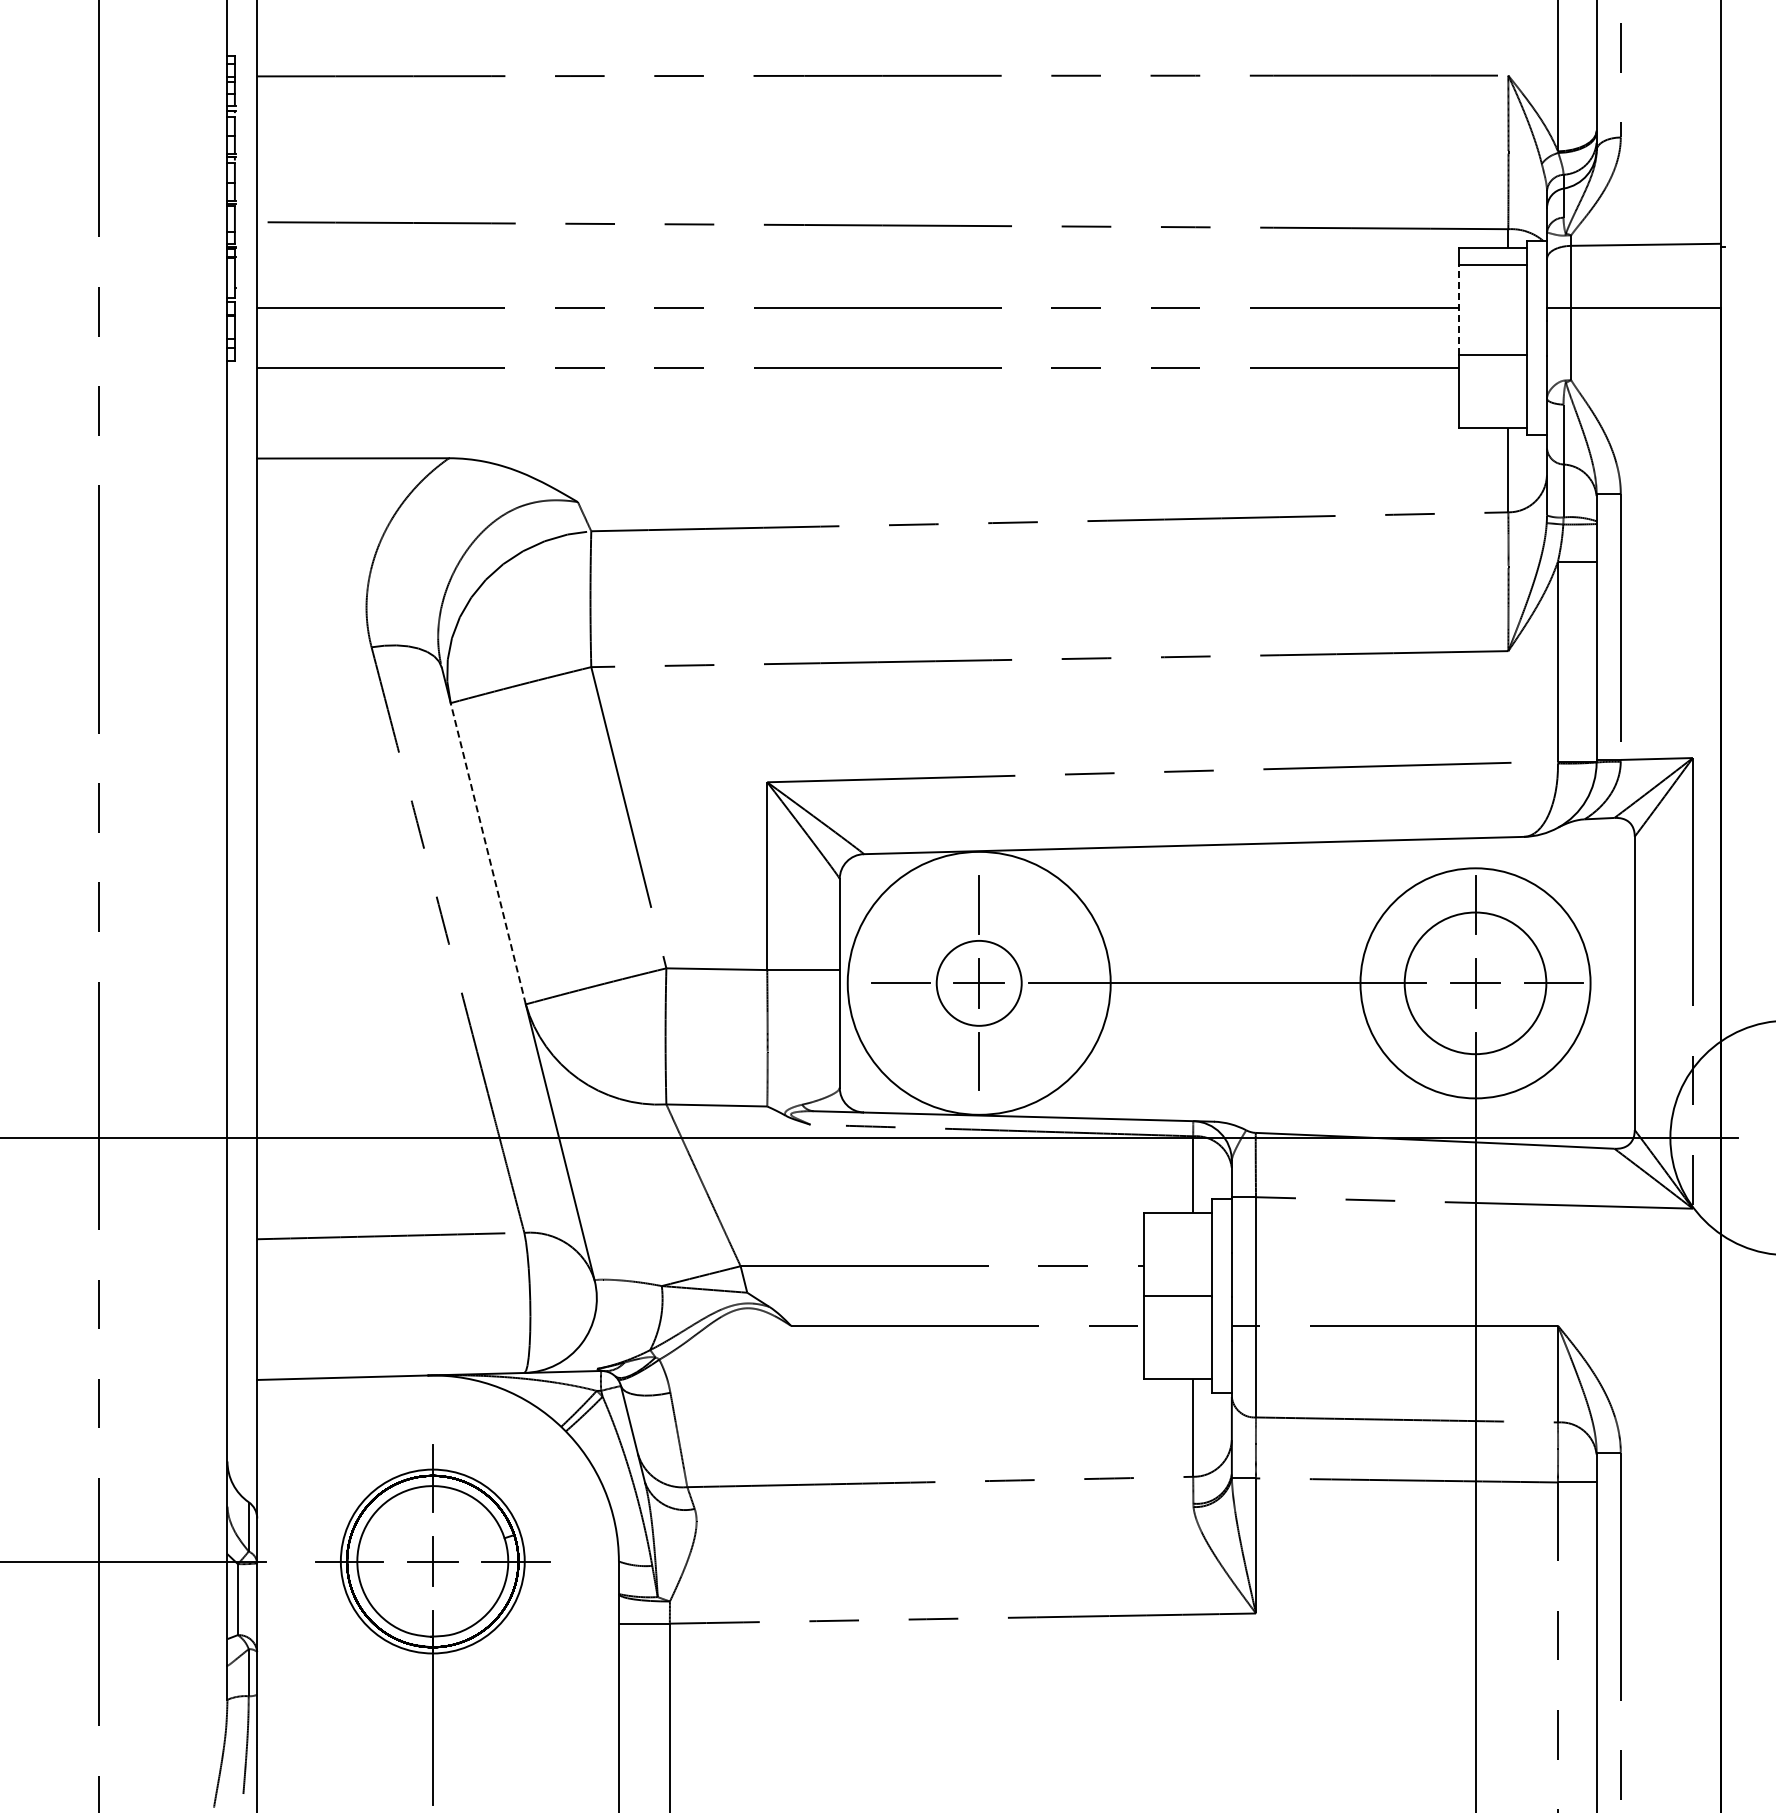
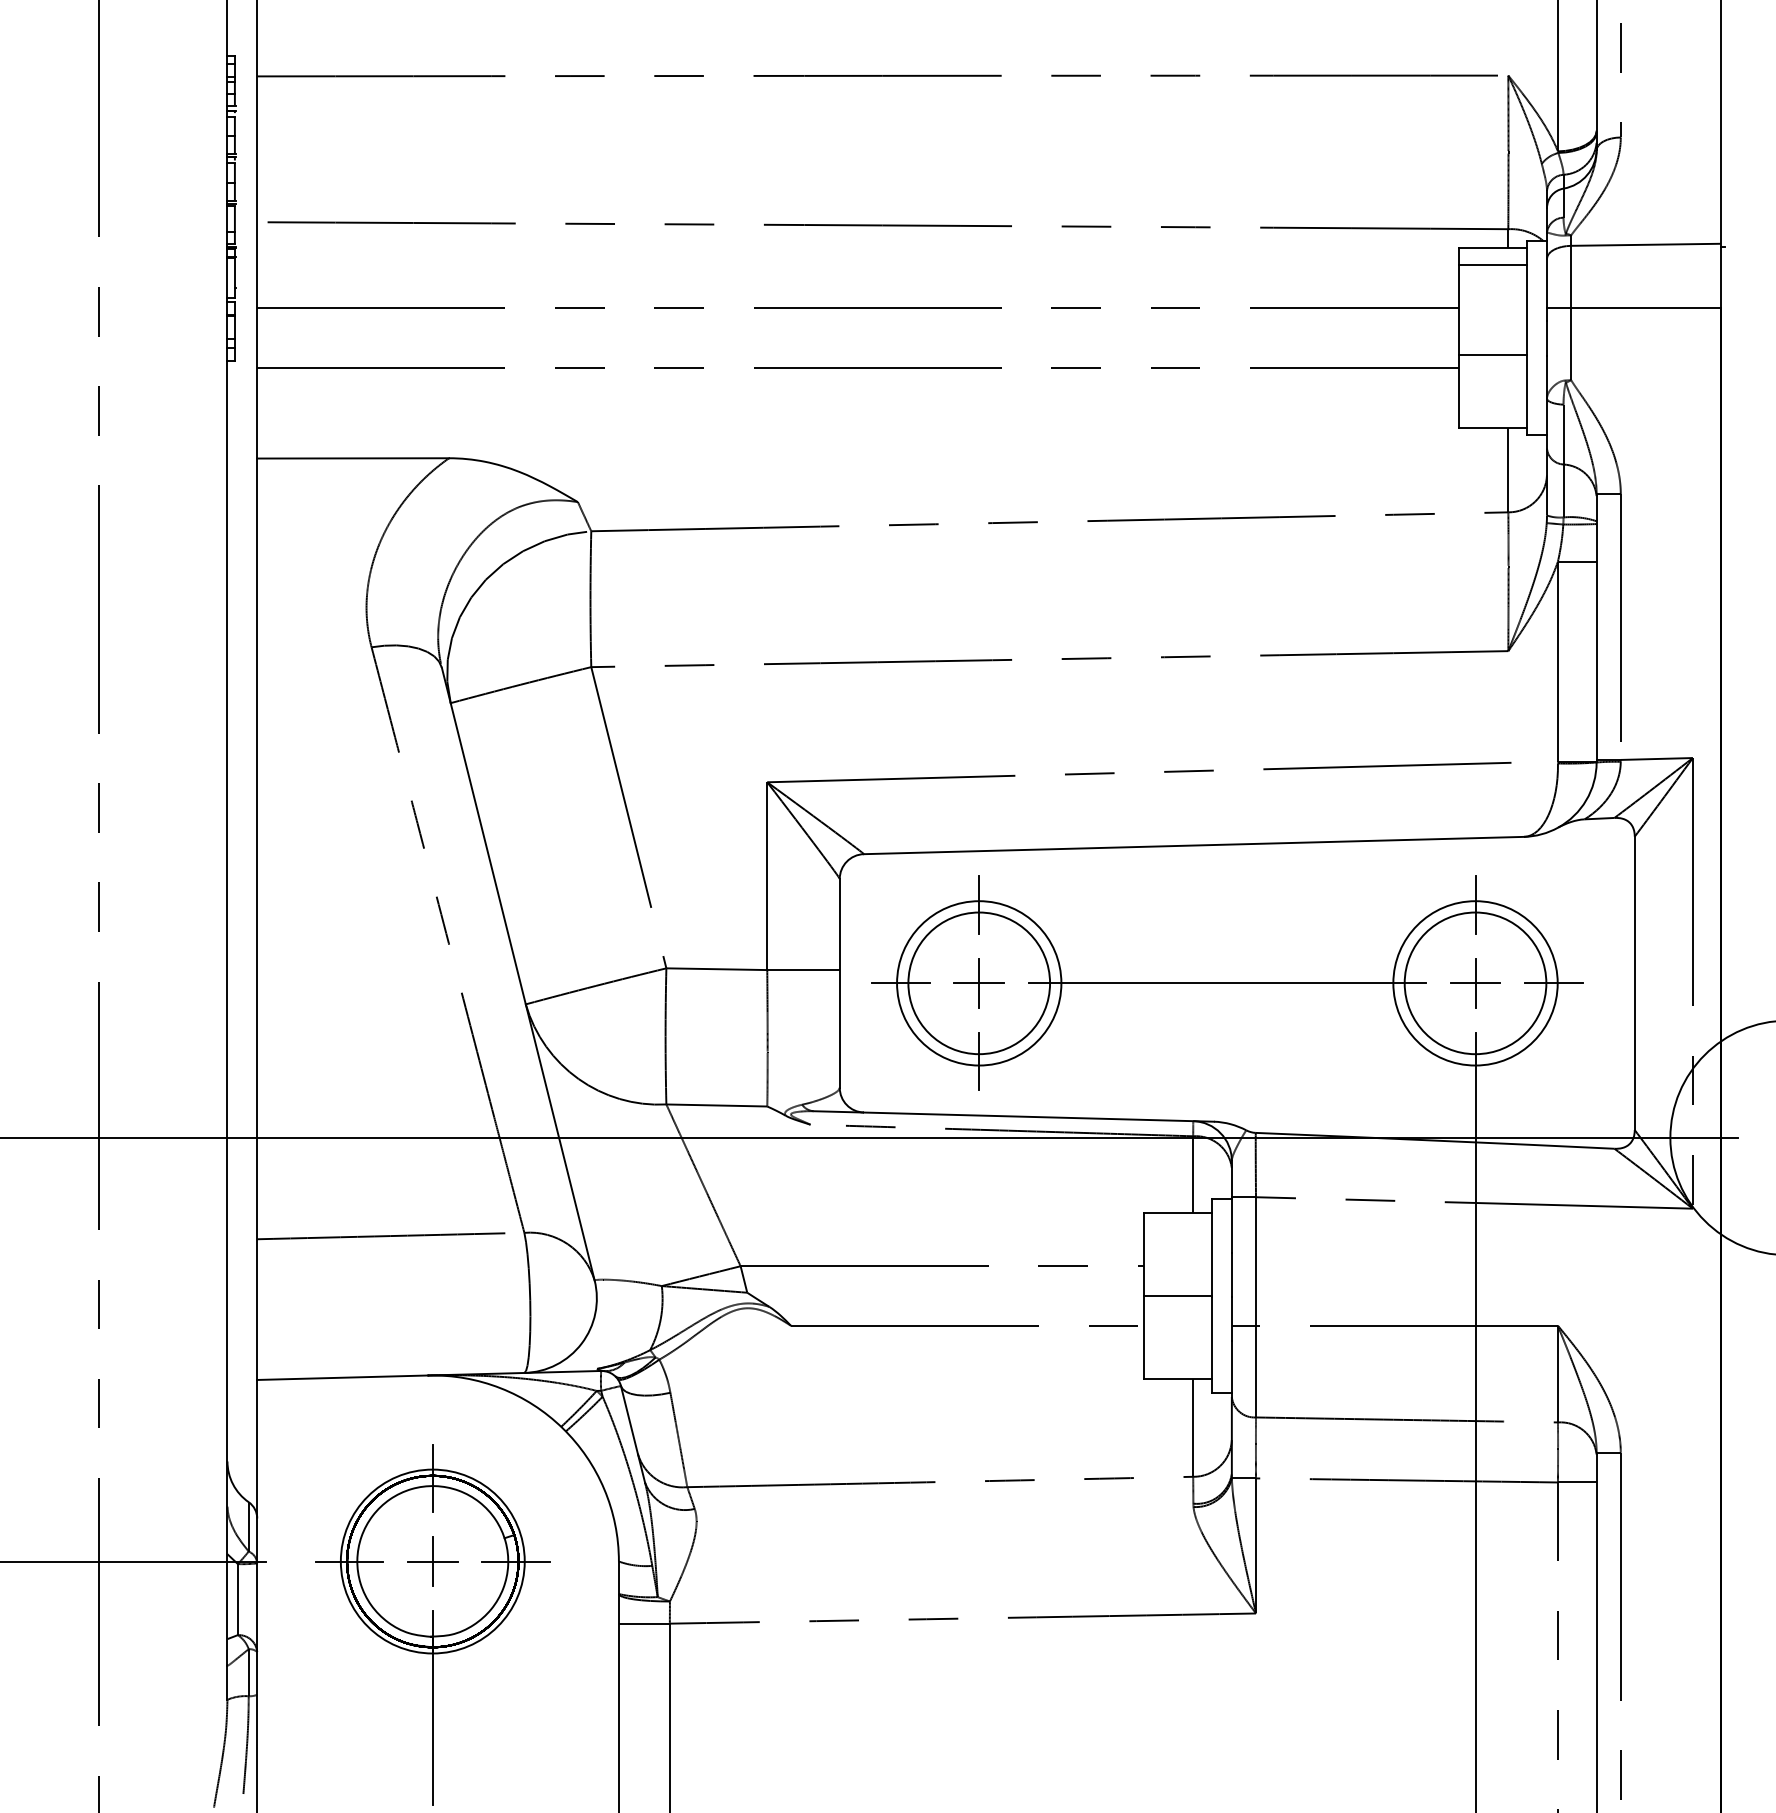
line at (1459, 309): dashed -> solid
line at (488, 853): dashed -> solid
circle at (978, 982) diameter: 263 px -> 164 px
circle at (978, 982) diameter: 85 px -> 142 px
circle at (1475, 983) diameter: 230 px -> 164 px
